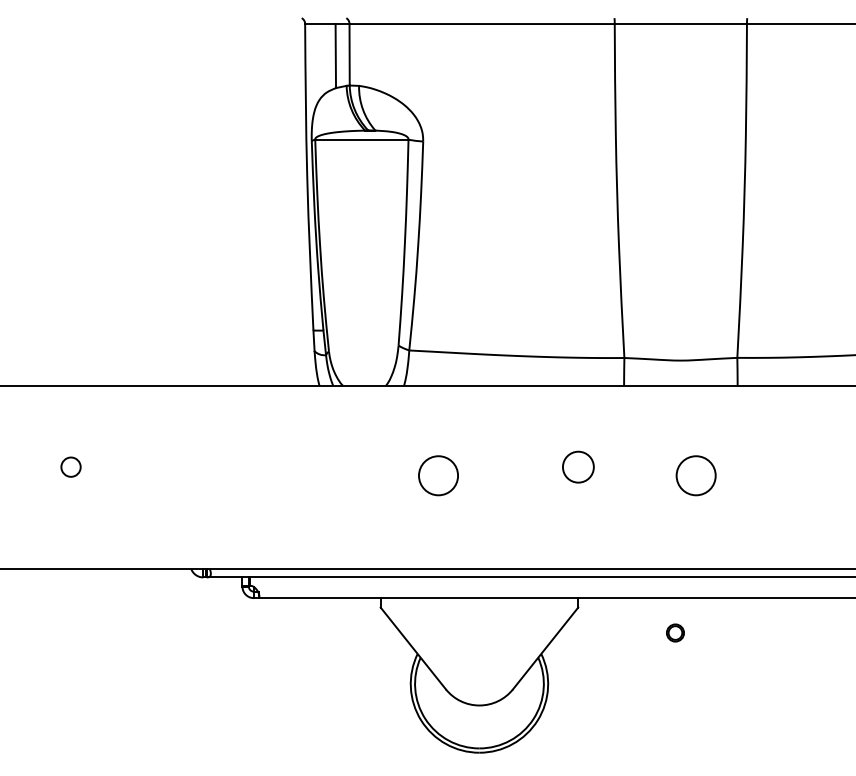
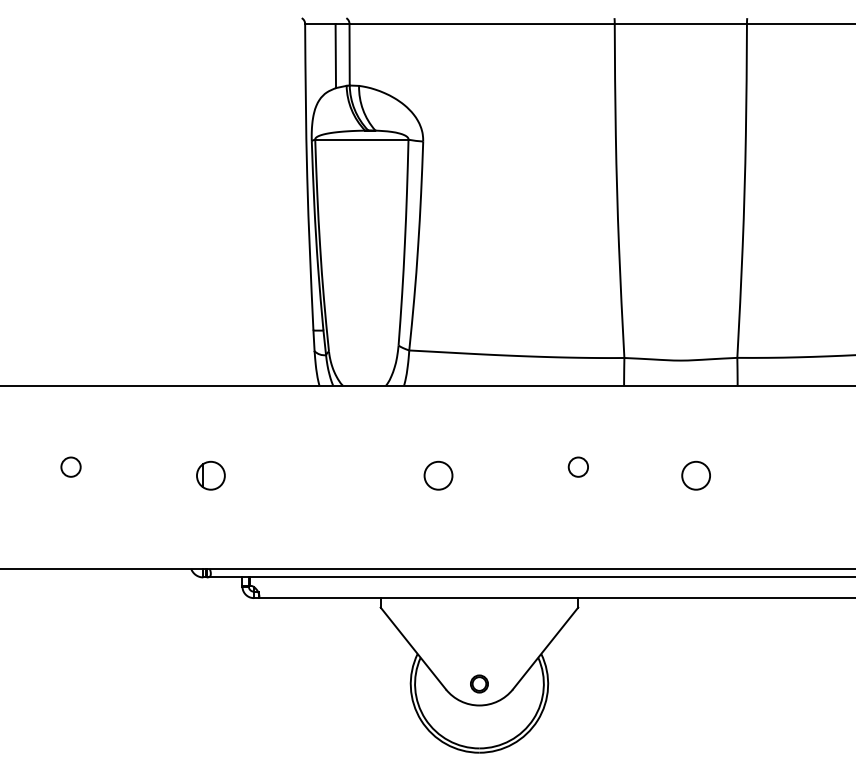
circle at (577, 466) diameter: 31 px -> 19 px
part at (210, 475): none -> present
circle at (438, 475) diameter: 39 px -> 28 px
circle at (695, 475) diameter: 39 px -> 28 px
circle at (675, 632) position: (675, 632) -> (479, 683)
